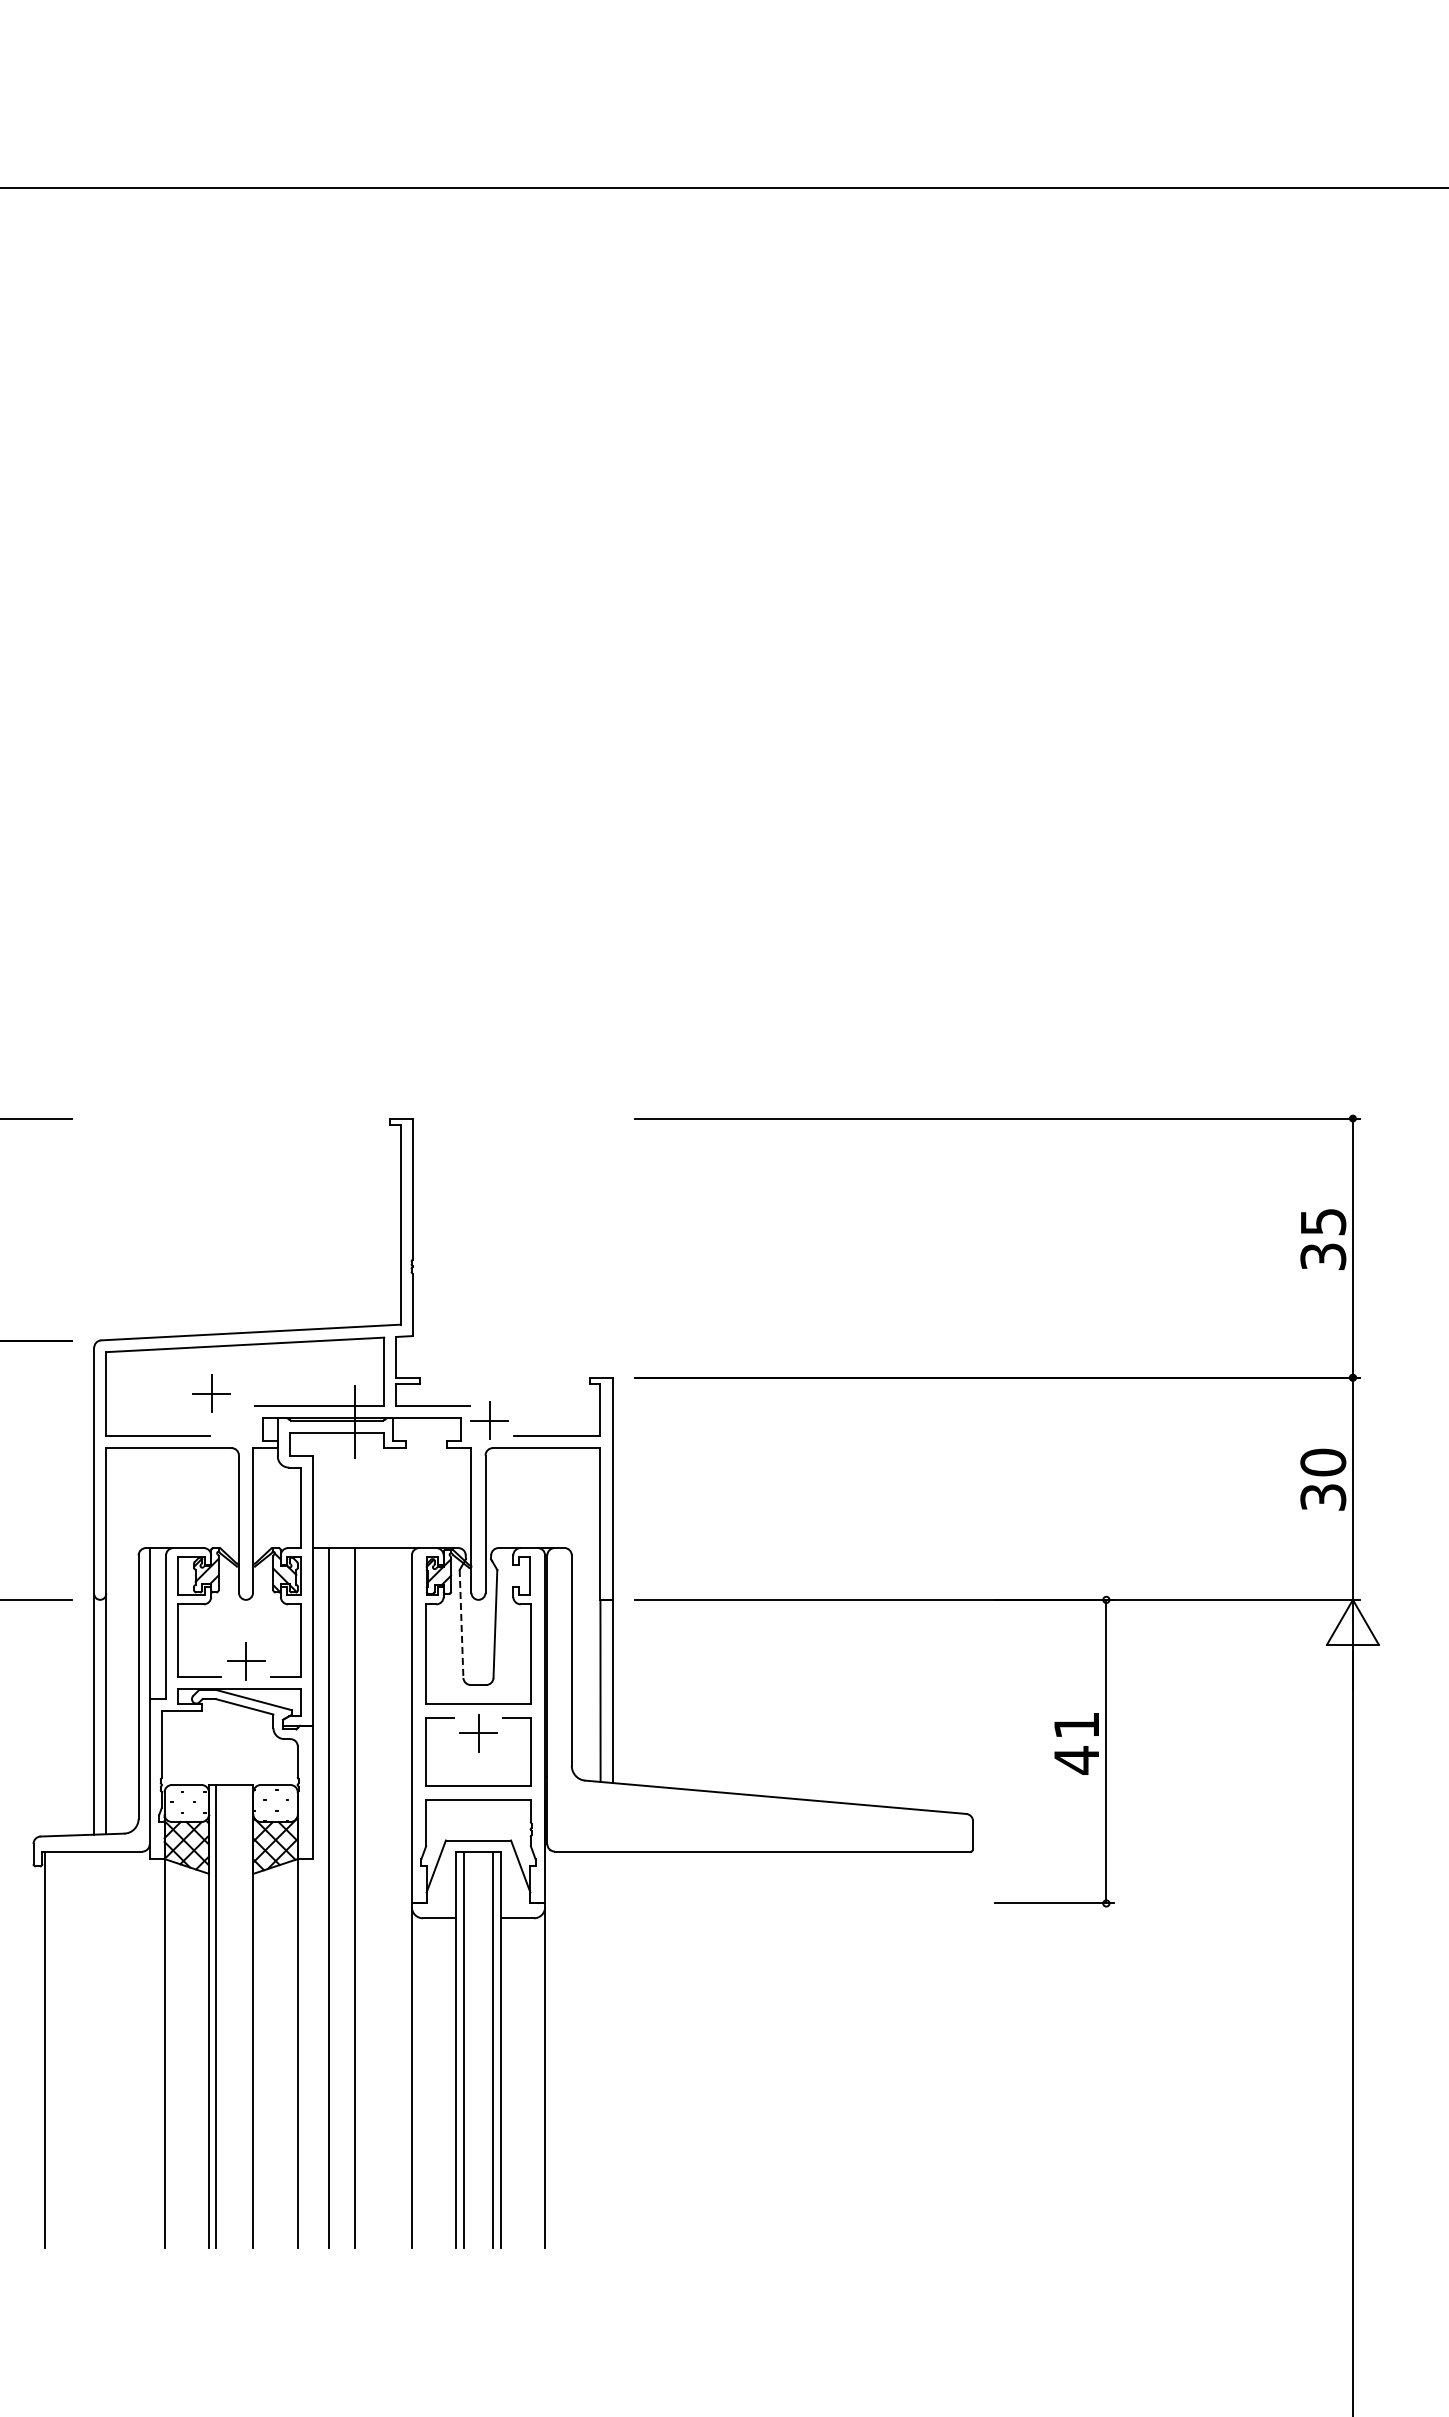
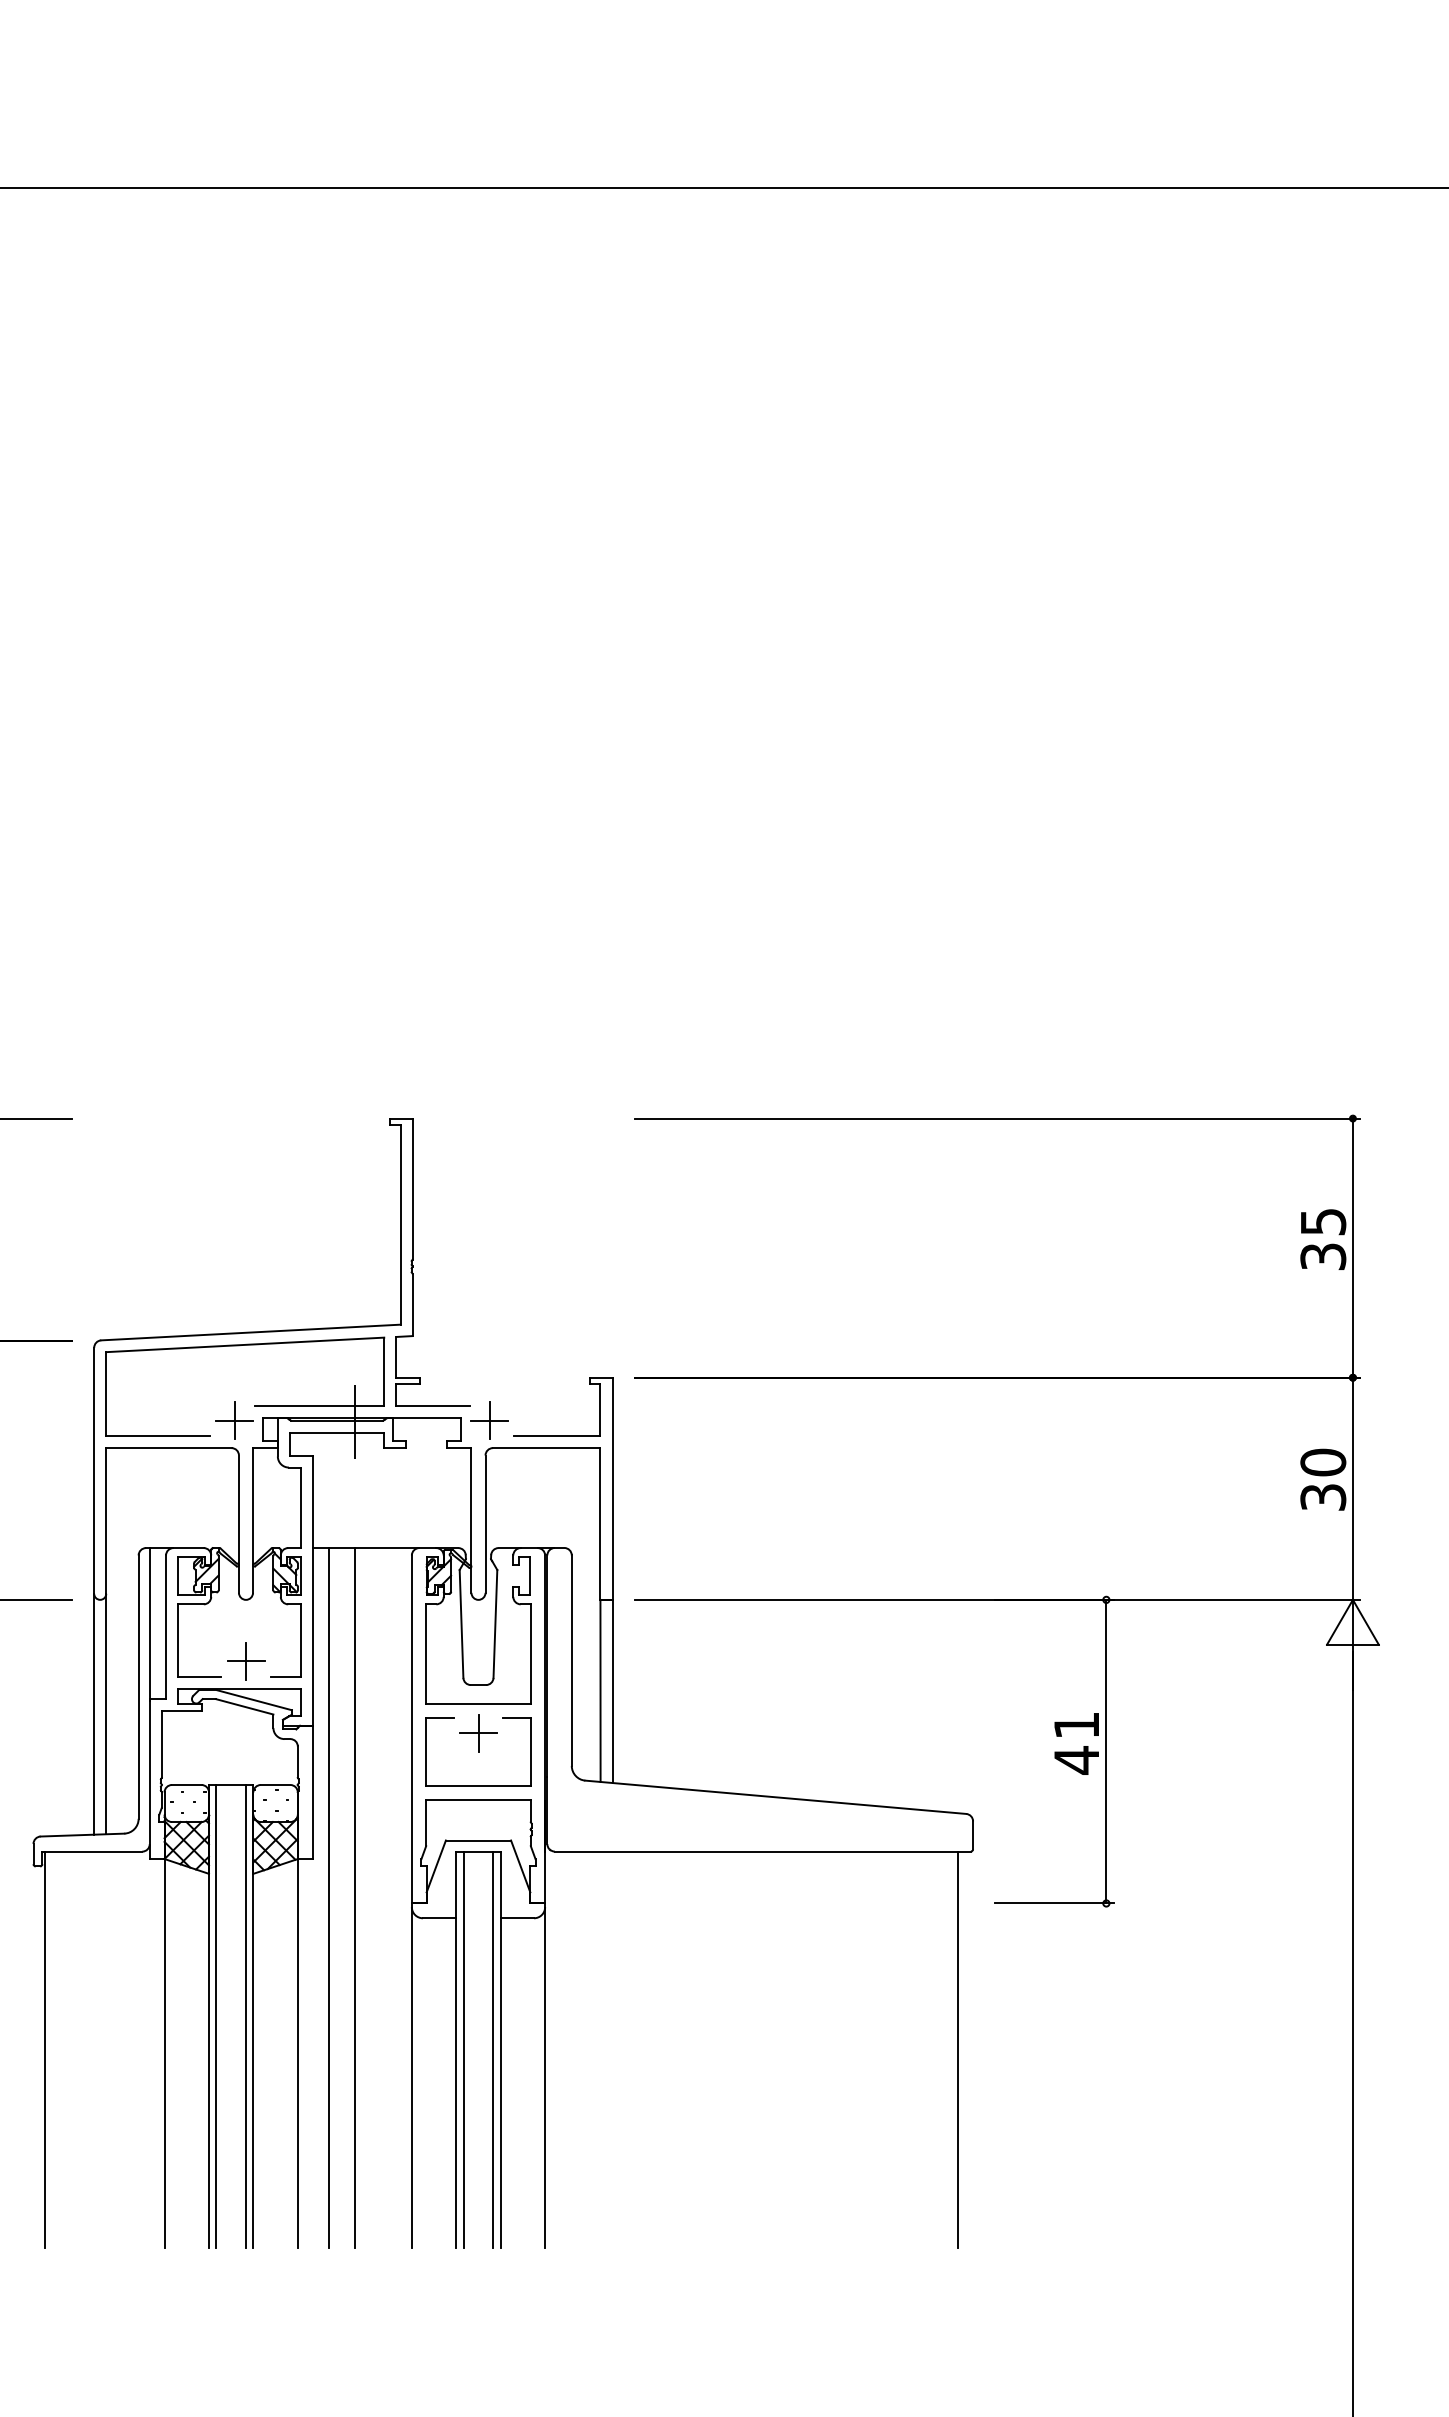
part at (211, 1393) position: (211, 1393) -> (234, 1420)
line at (461, 1623): dashed -> solid
line at (246, 2016): none -> present
line at (958, 2049): none -> present
